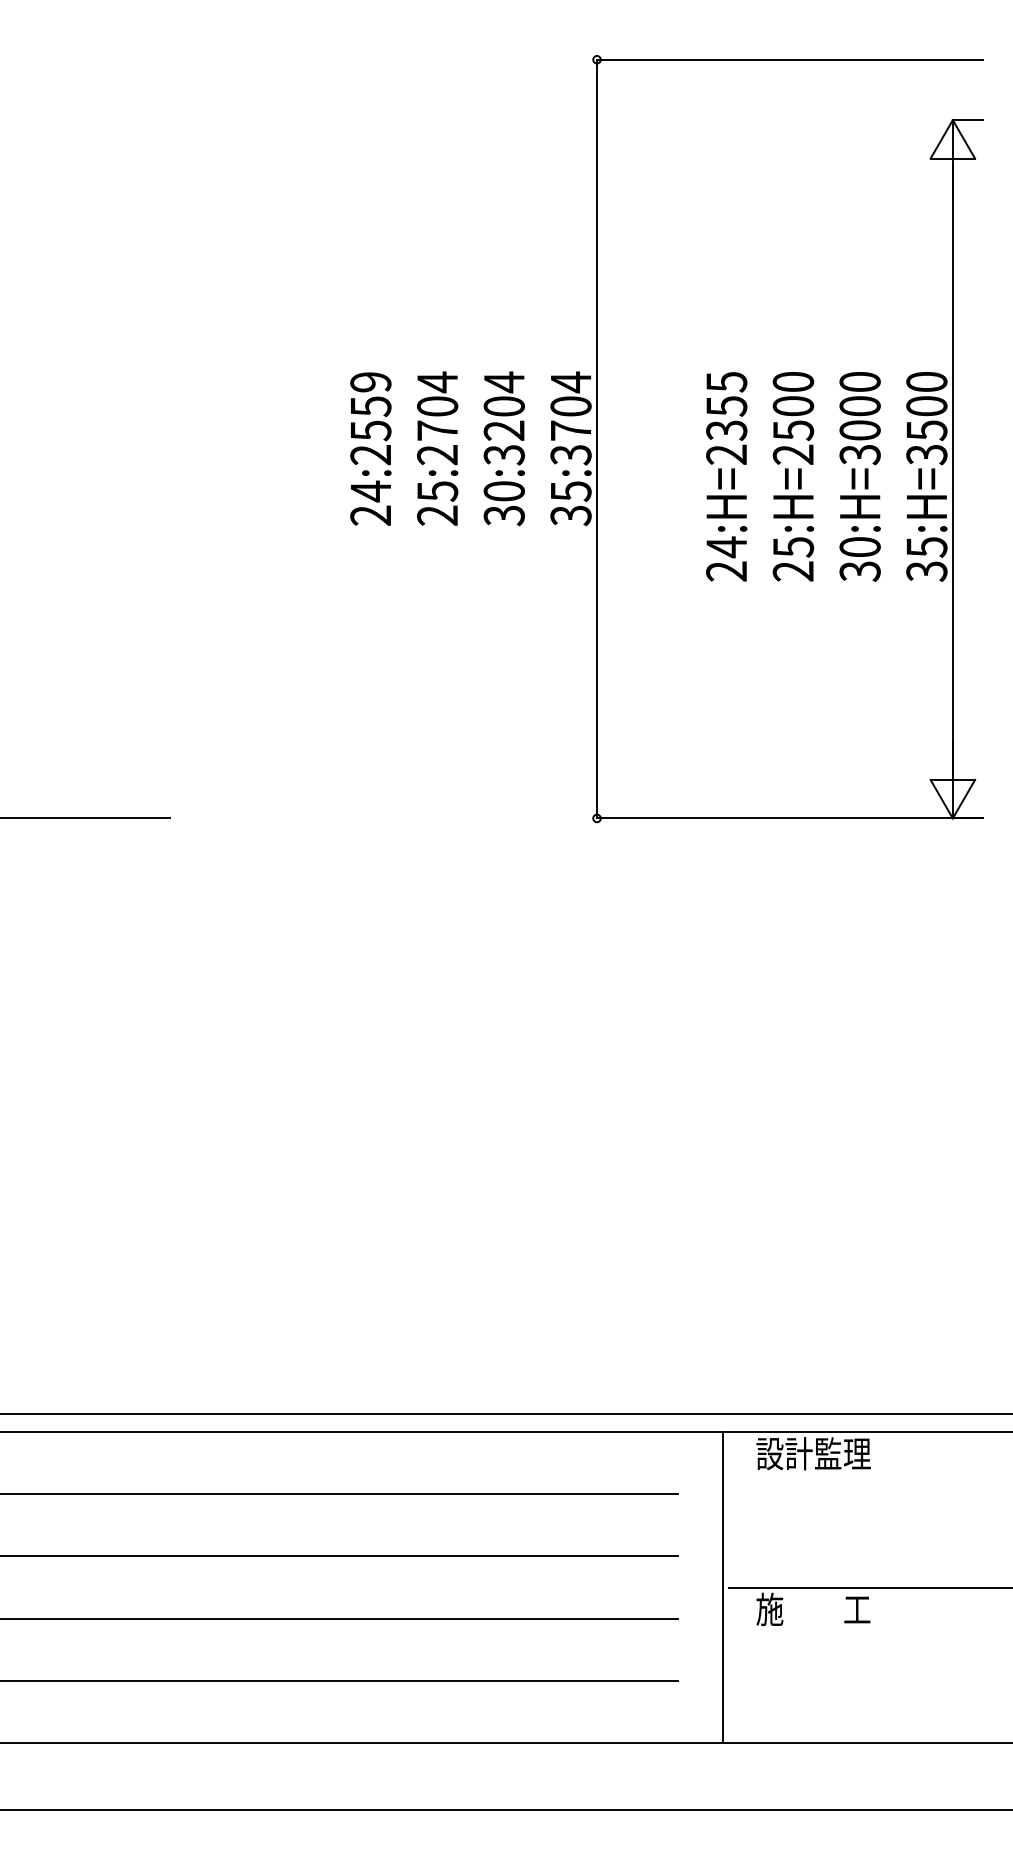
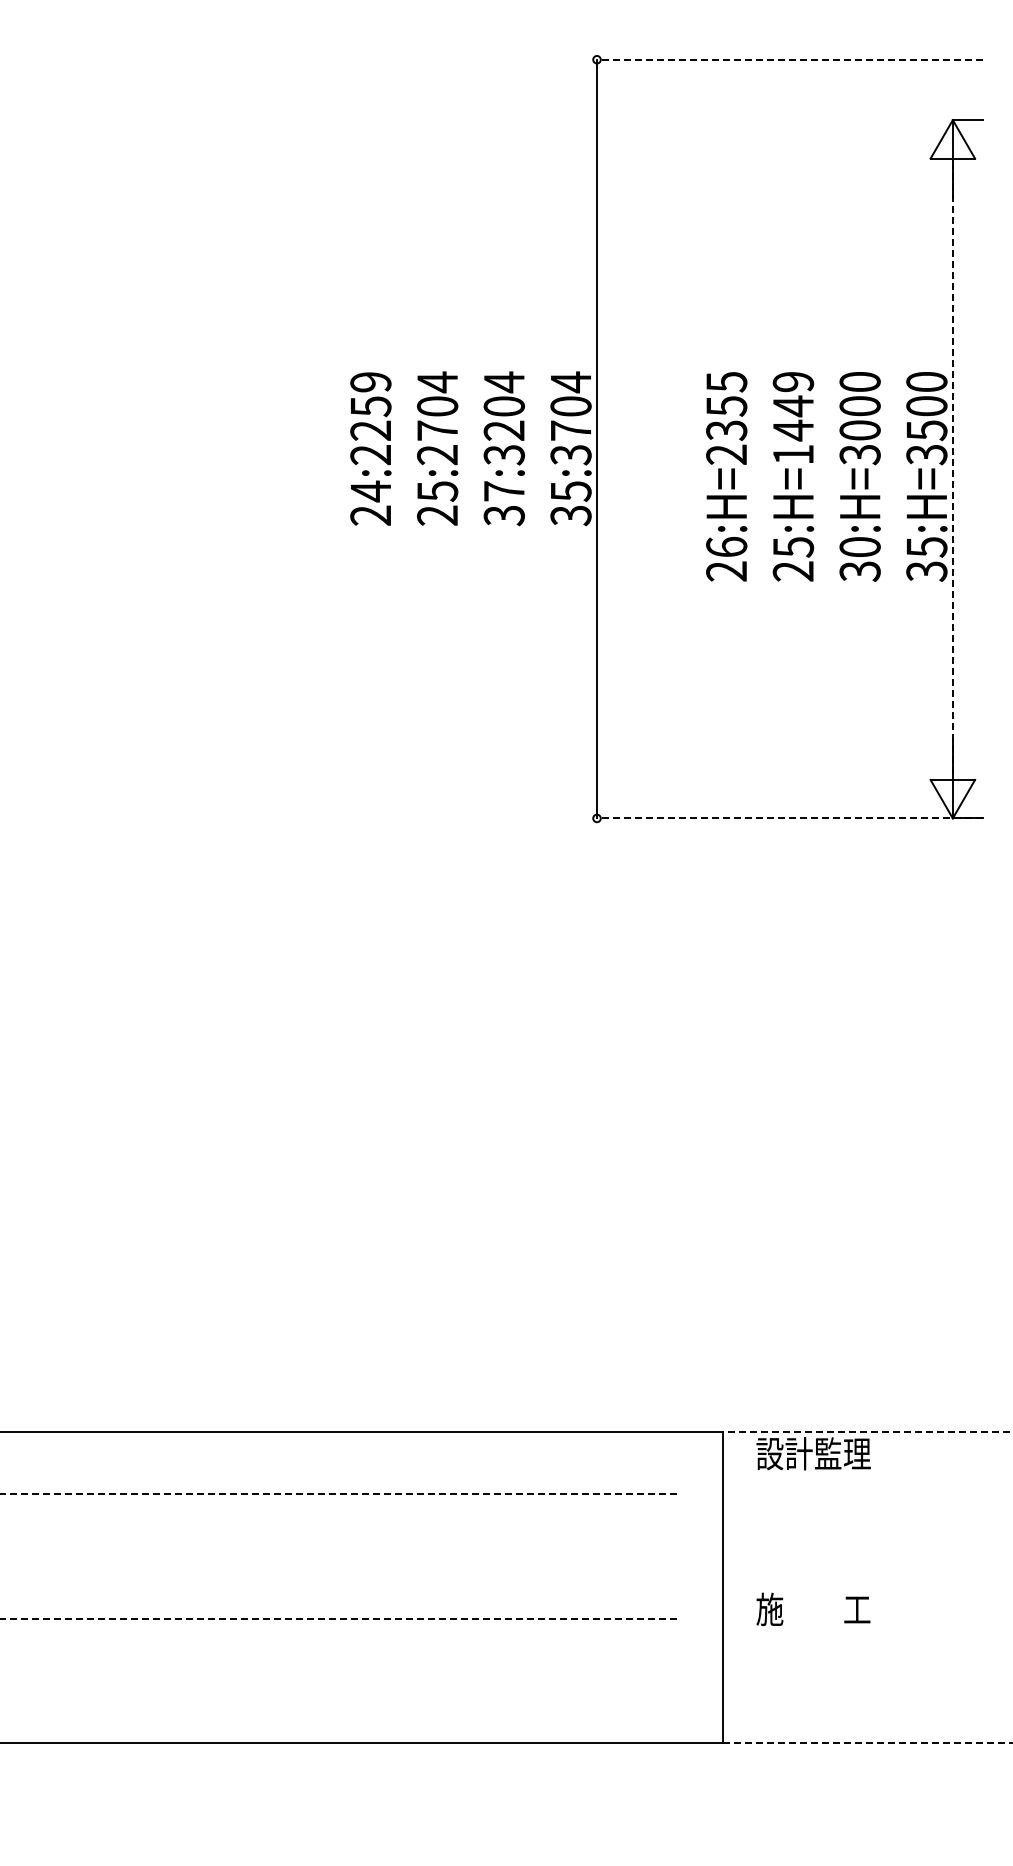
line at (789, 59): solid -> dashed
text at (793, 418): 25:H=2500 -> 25:H=1449
text at (370, 430): 24:2559 -> 24:2259
line at (952, 469): solid -> dashed
text at (503, 491): 30:3204 -> 37:3204
text at (726, 547): 24:H=2355 -> 26:H=2355
line at (85, 818): present -> none
line at (789, 818): solid -> dashed
line at (505, 1414): present -> none
line at (867, 1431): solid -> dashed
line at (339, 1494): solid -> dashed
line at (340, 1556): present -> none
line at (869, 1587): present -> none
line at (339, 1618): solid -> dashed
line at (340, 1681): present -> none
line at (867, 1743): solid -> dashed
line at (505, 1810): present -> none
